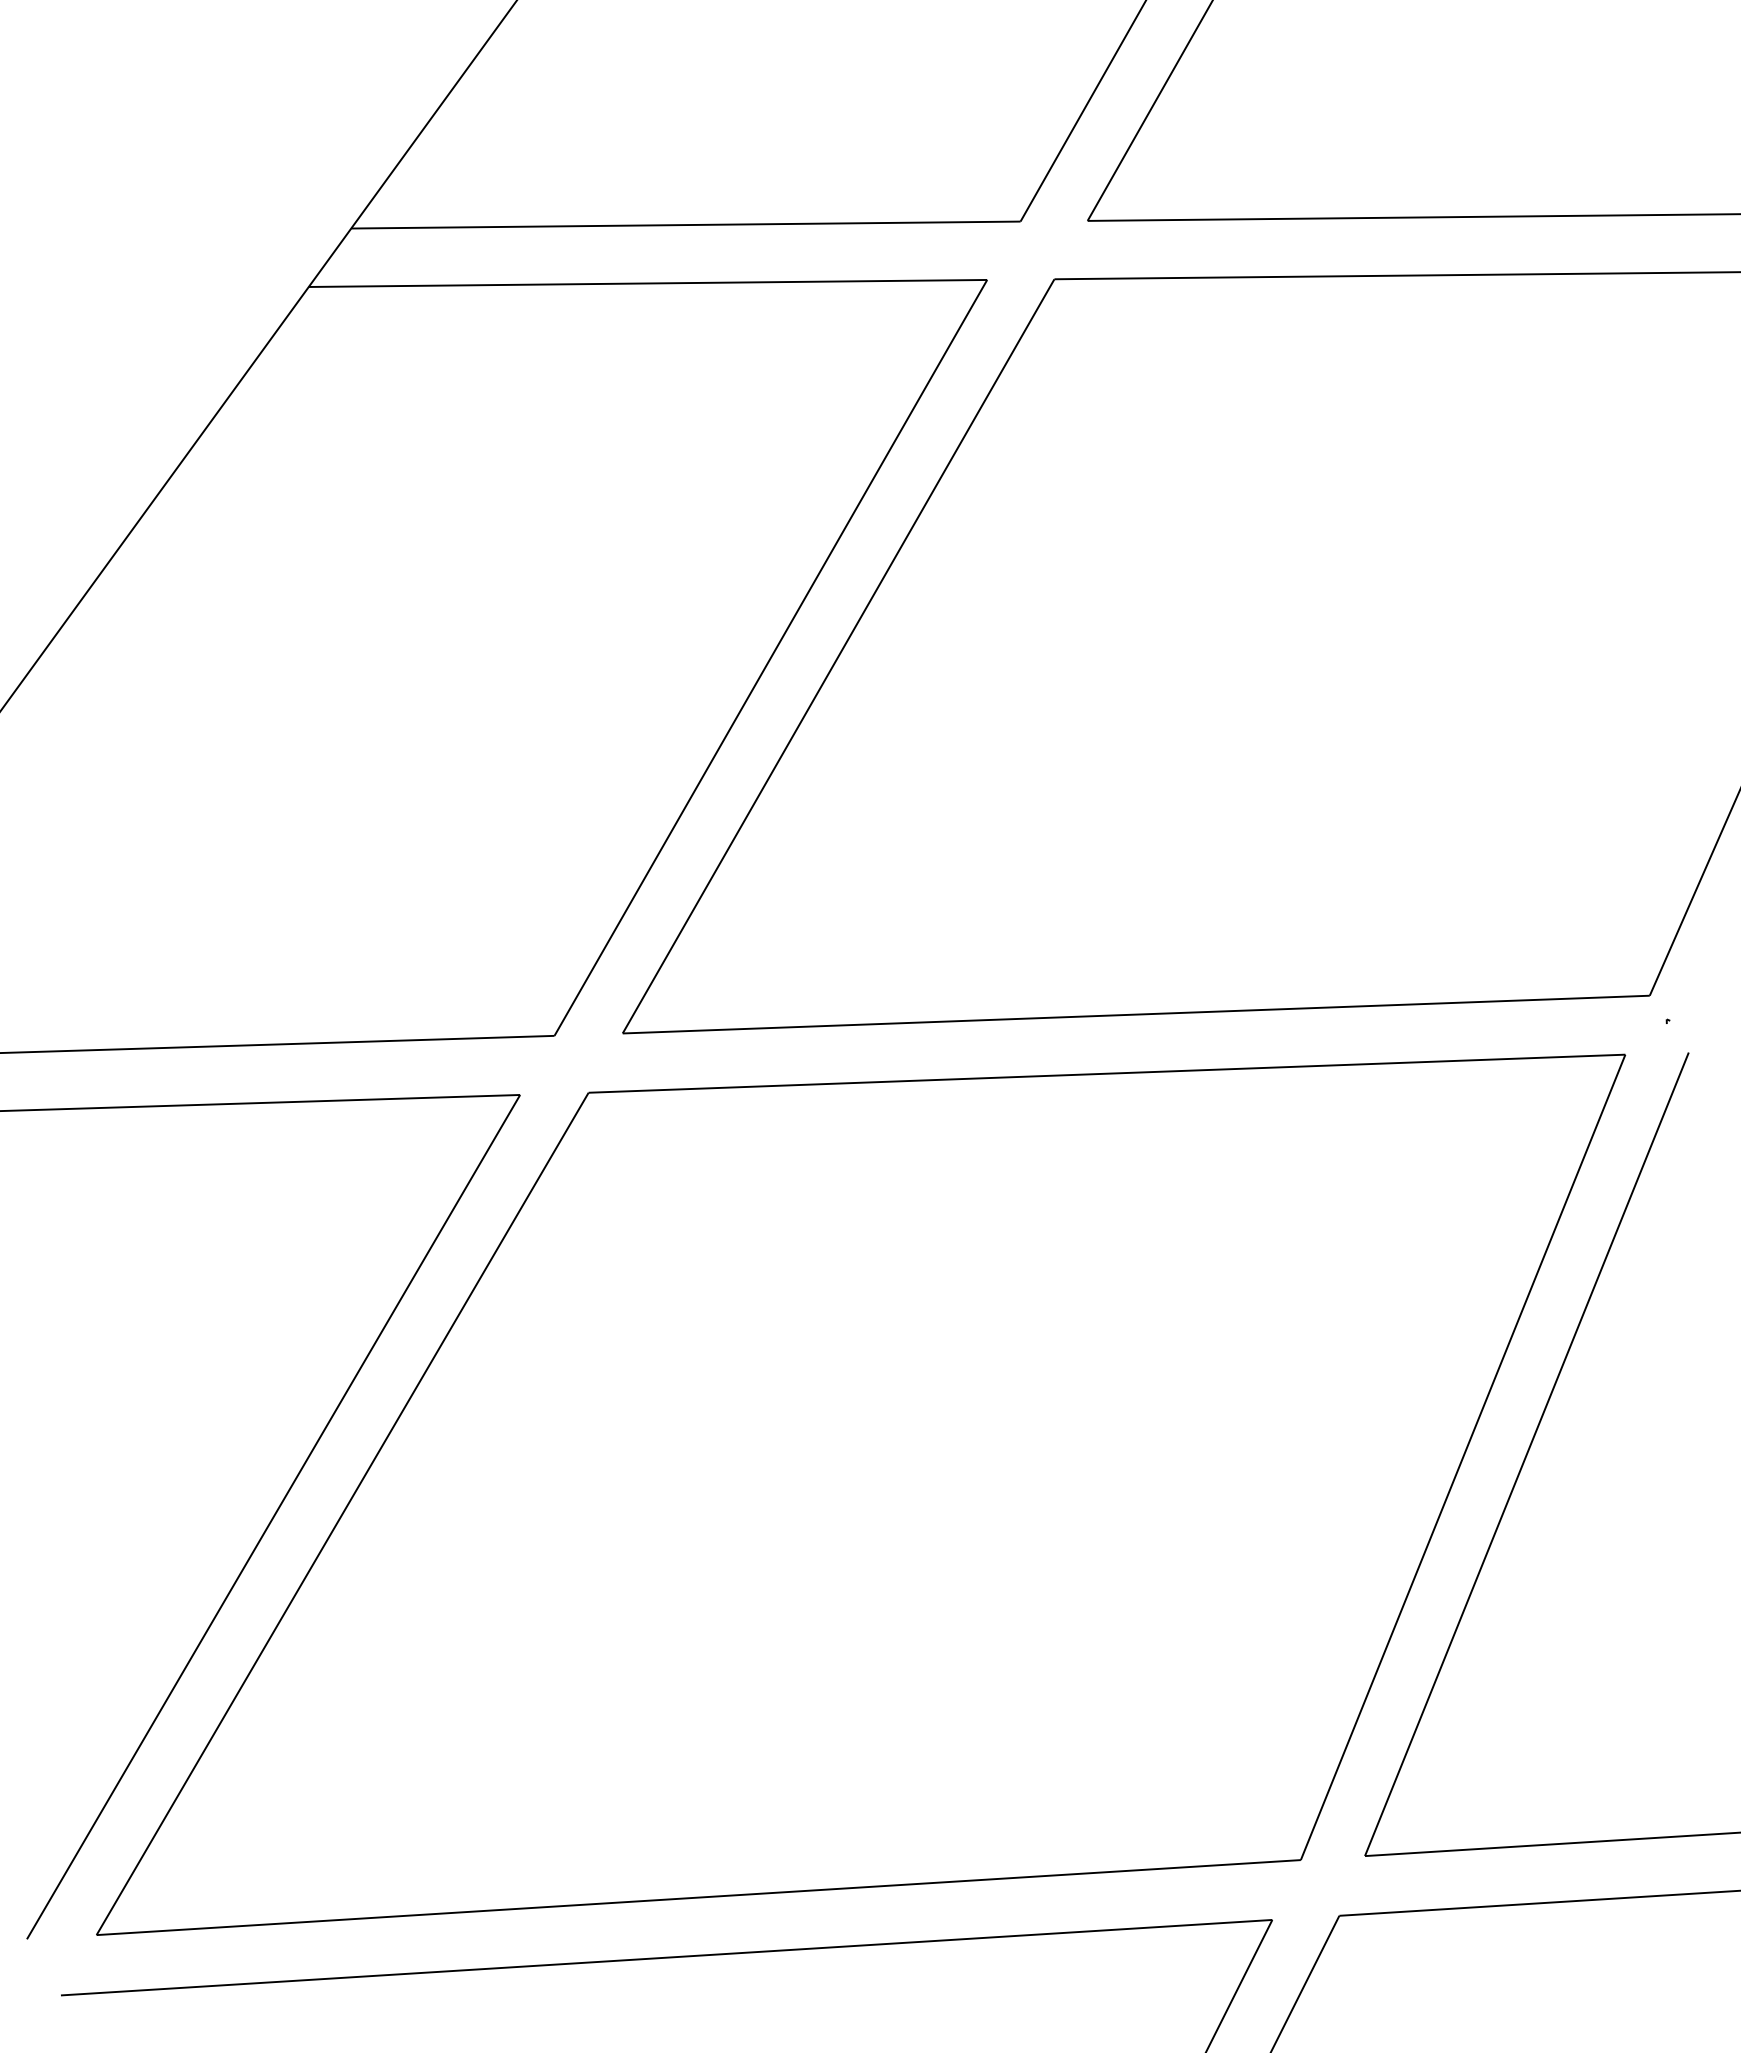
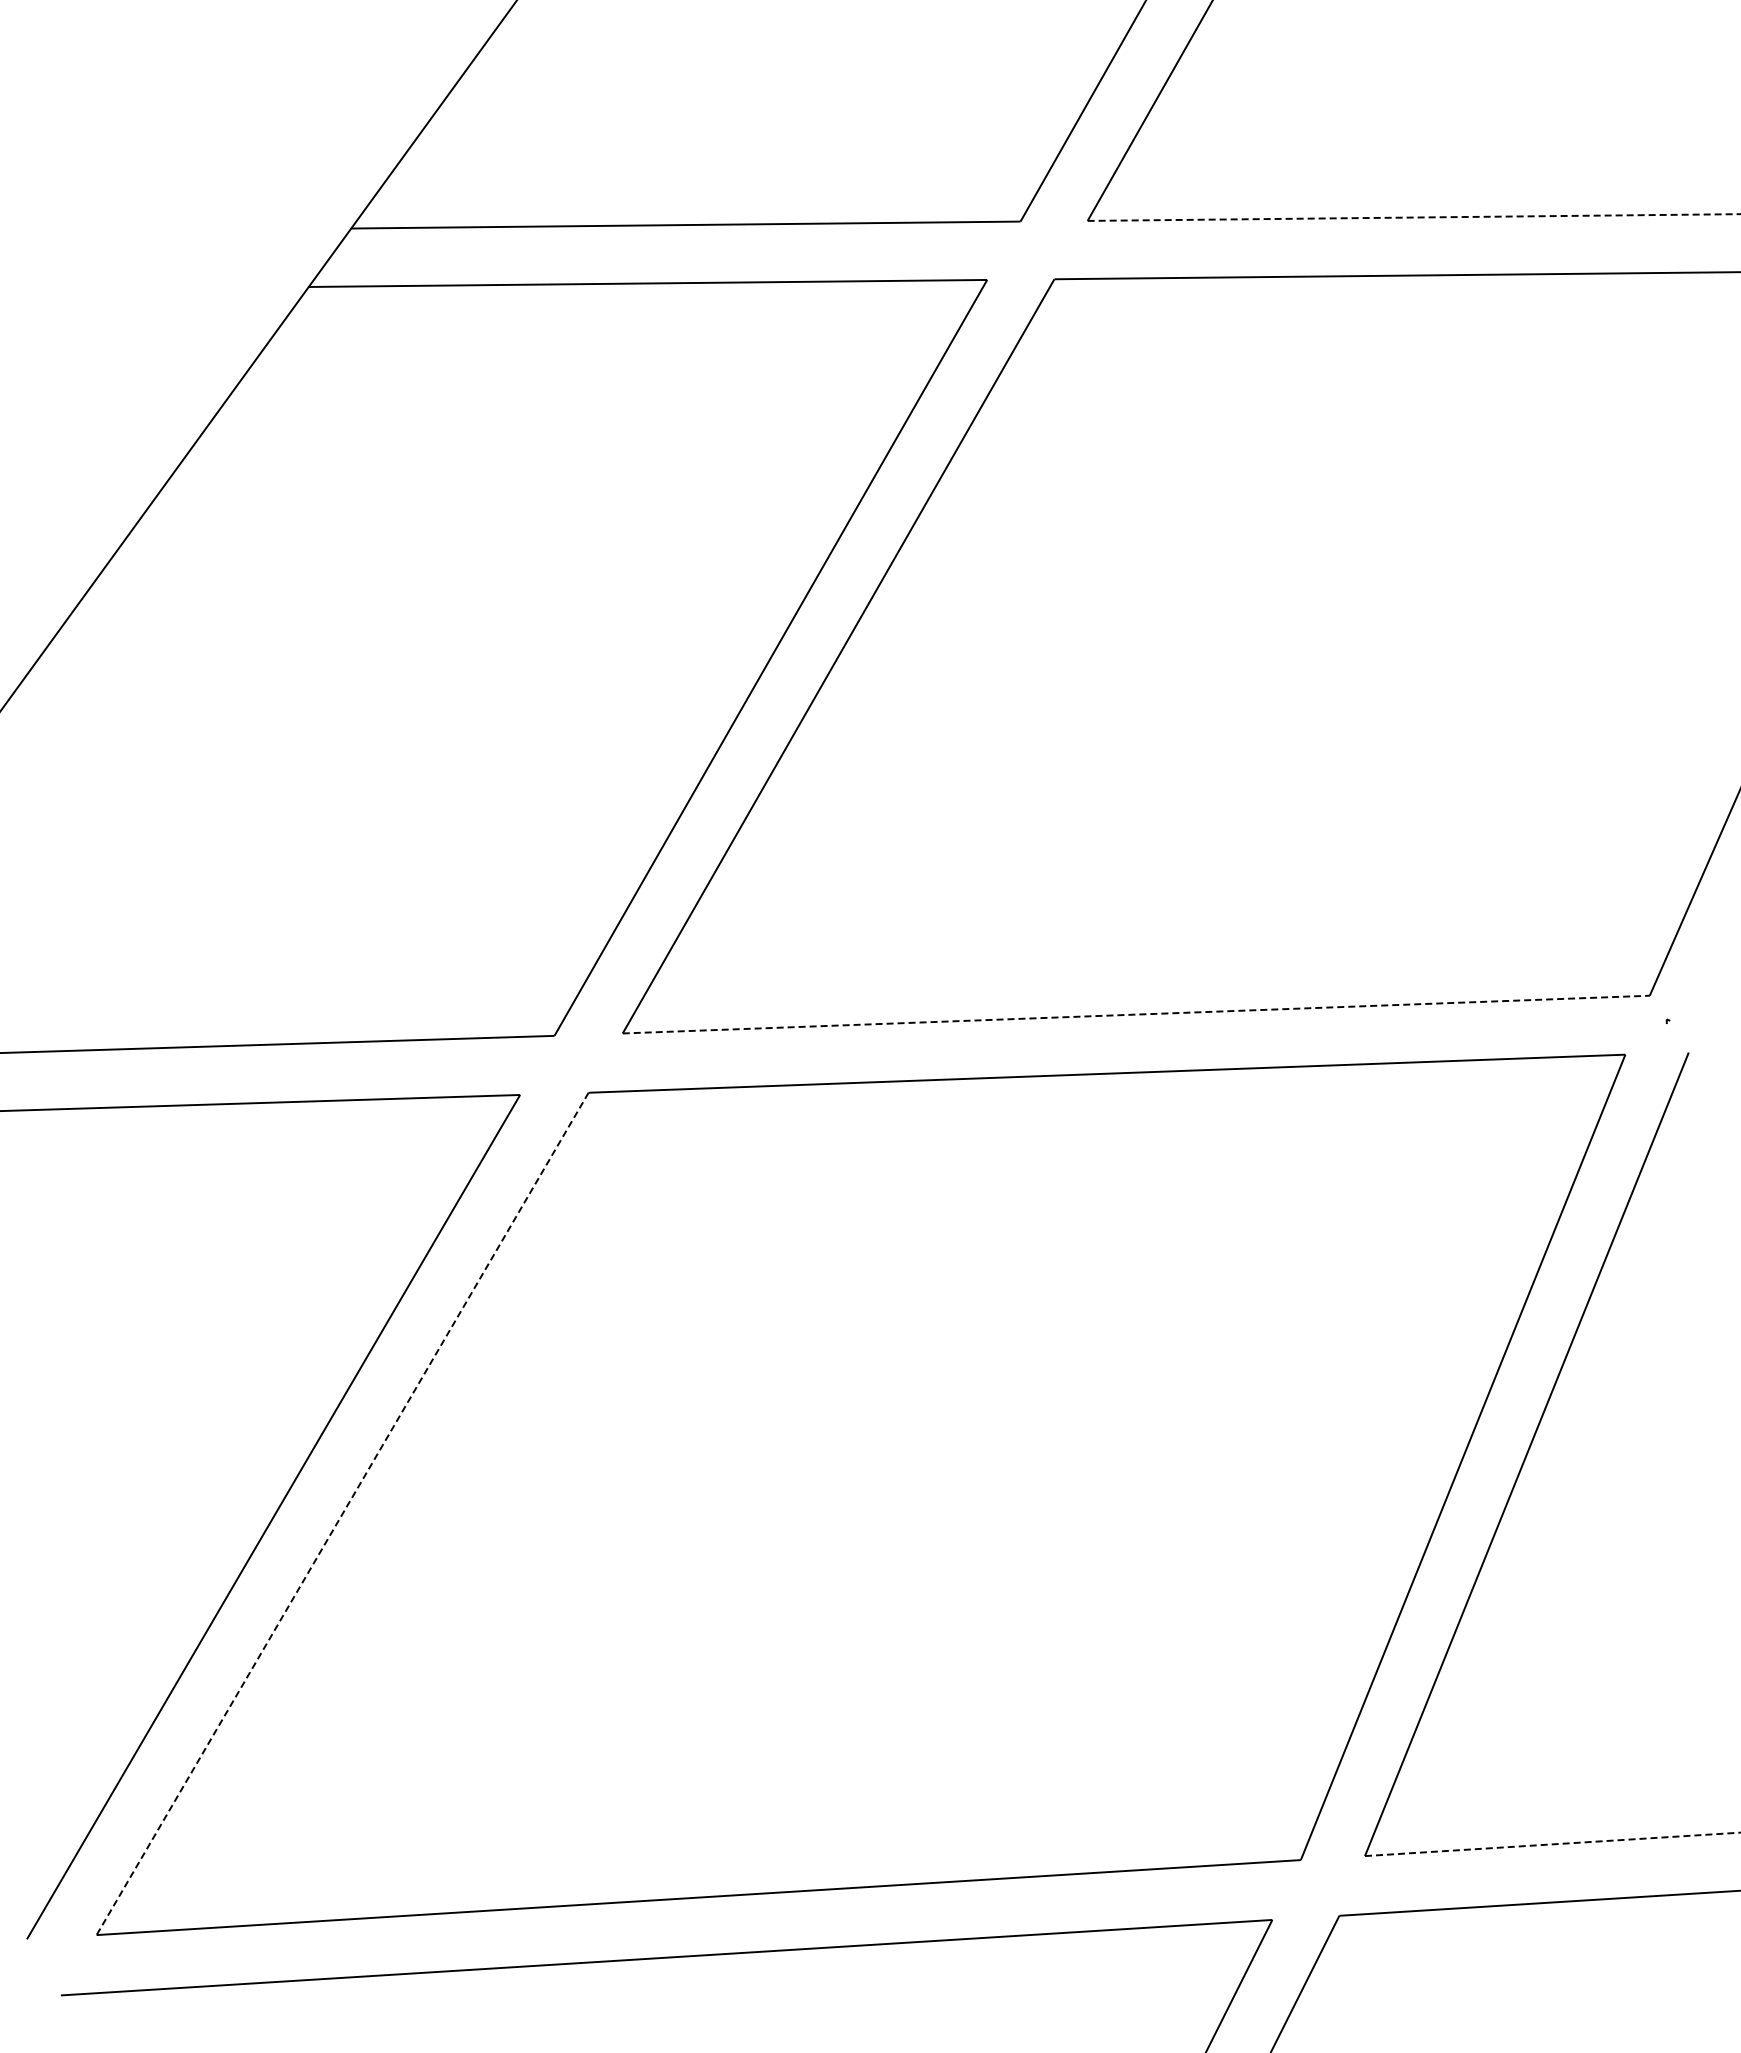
line at (1414, 217): solid -> dashed
line at (1136, 1014): solid -> dashed
line at (342, 1513): solid -> dashed
line at (1552, 1844): solid -> dashed
